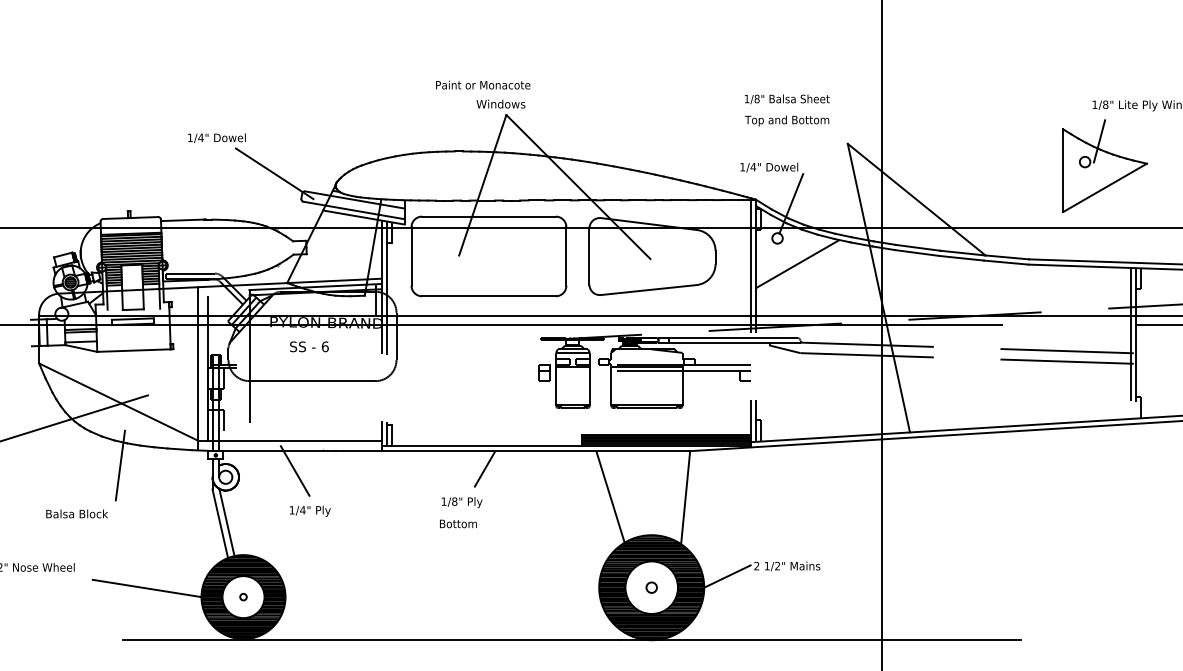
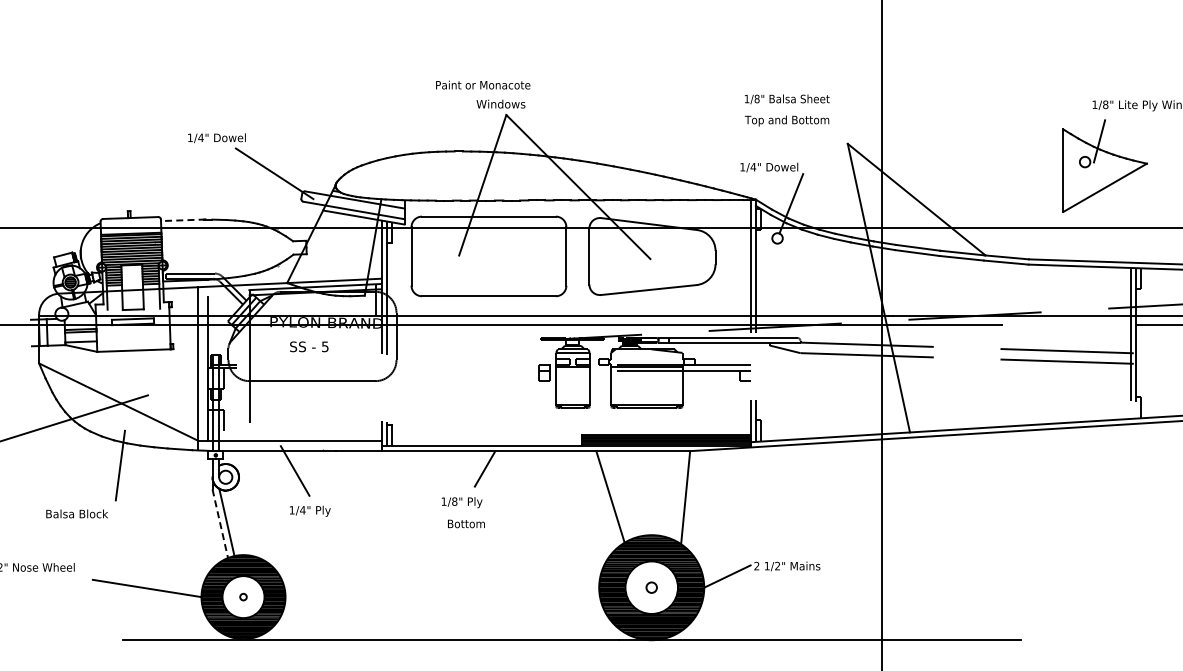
line at (182, 220): solid -> dashed
line at (797, 264): present -> none
text at (324, 346): 6 -> 5
text at (458, 523) position: (458, 523) -> (466, 523)
line at (220, 524): solid -> dashed
